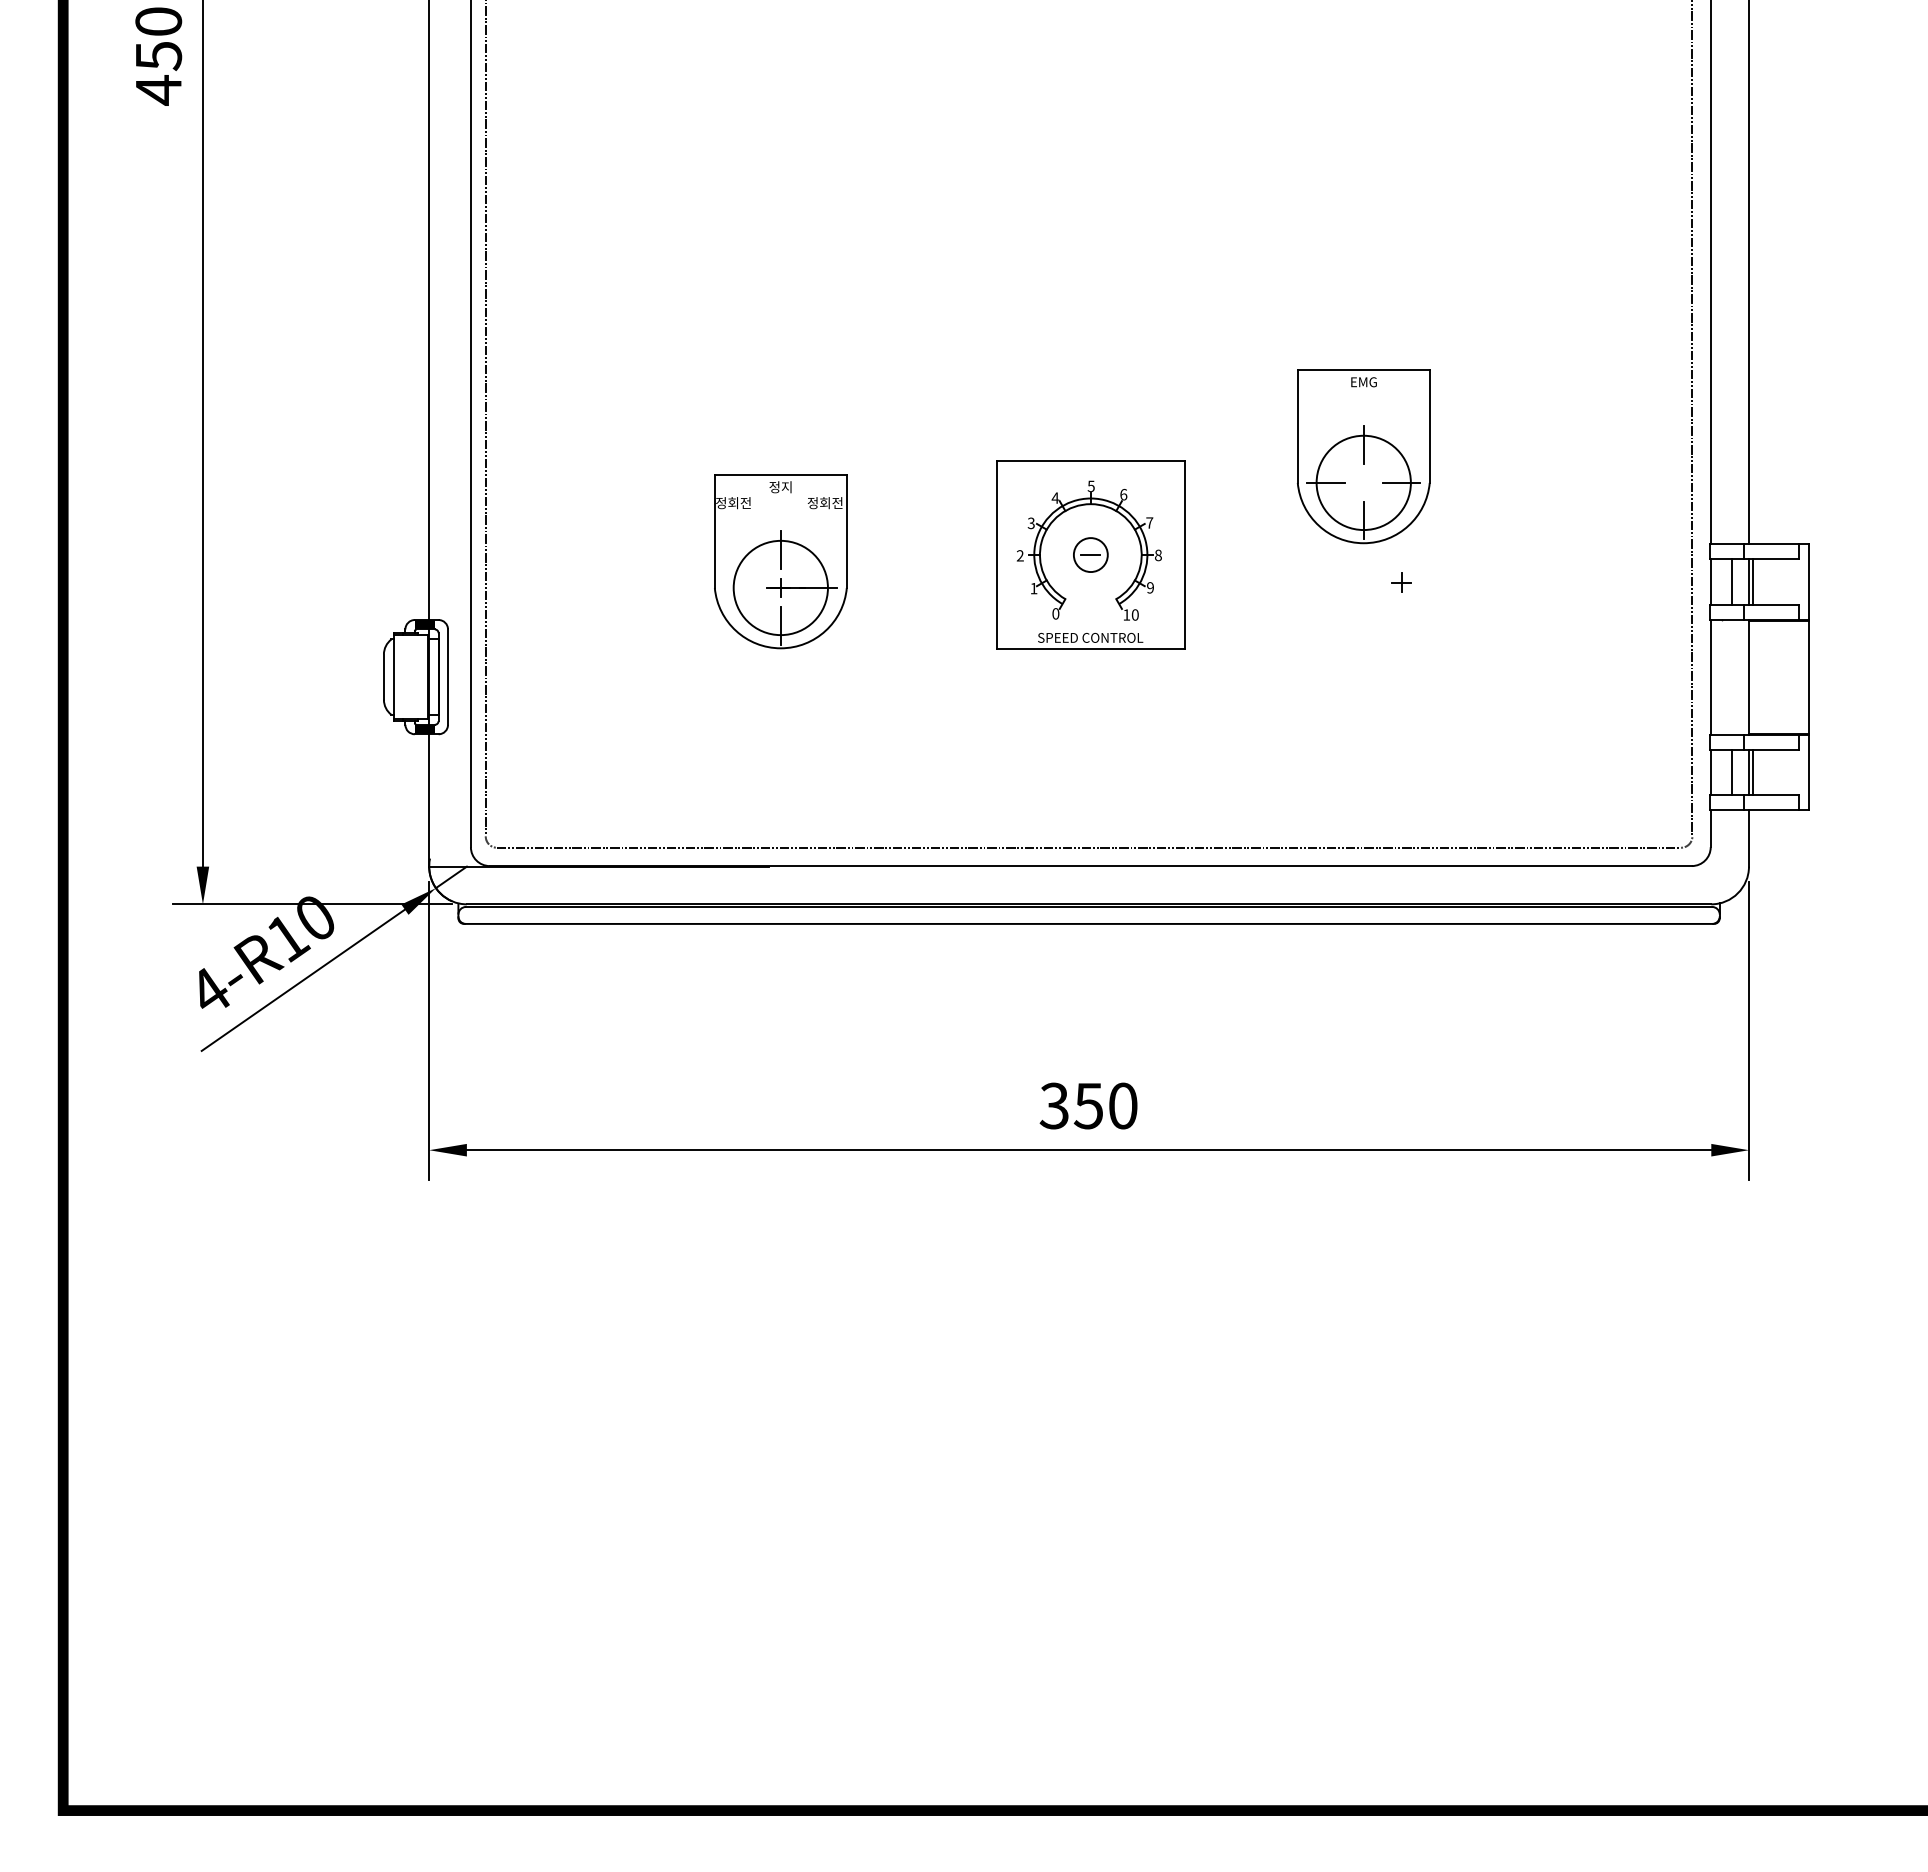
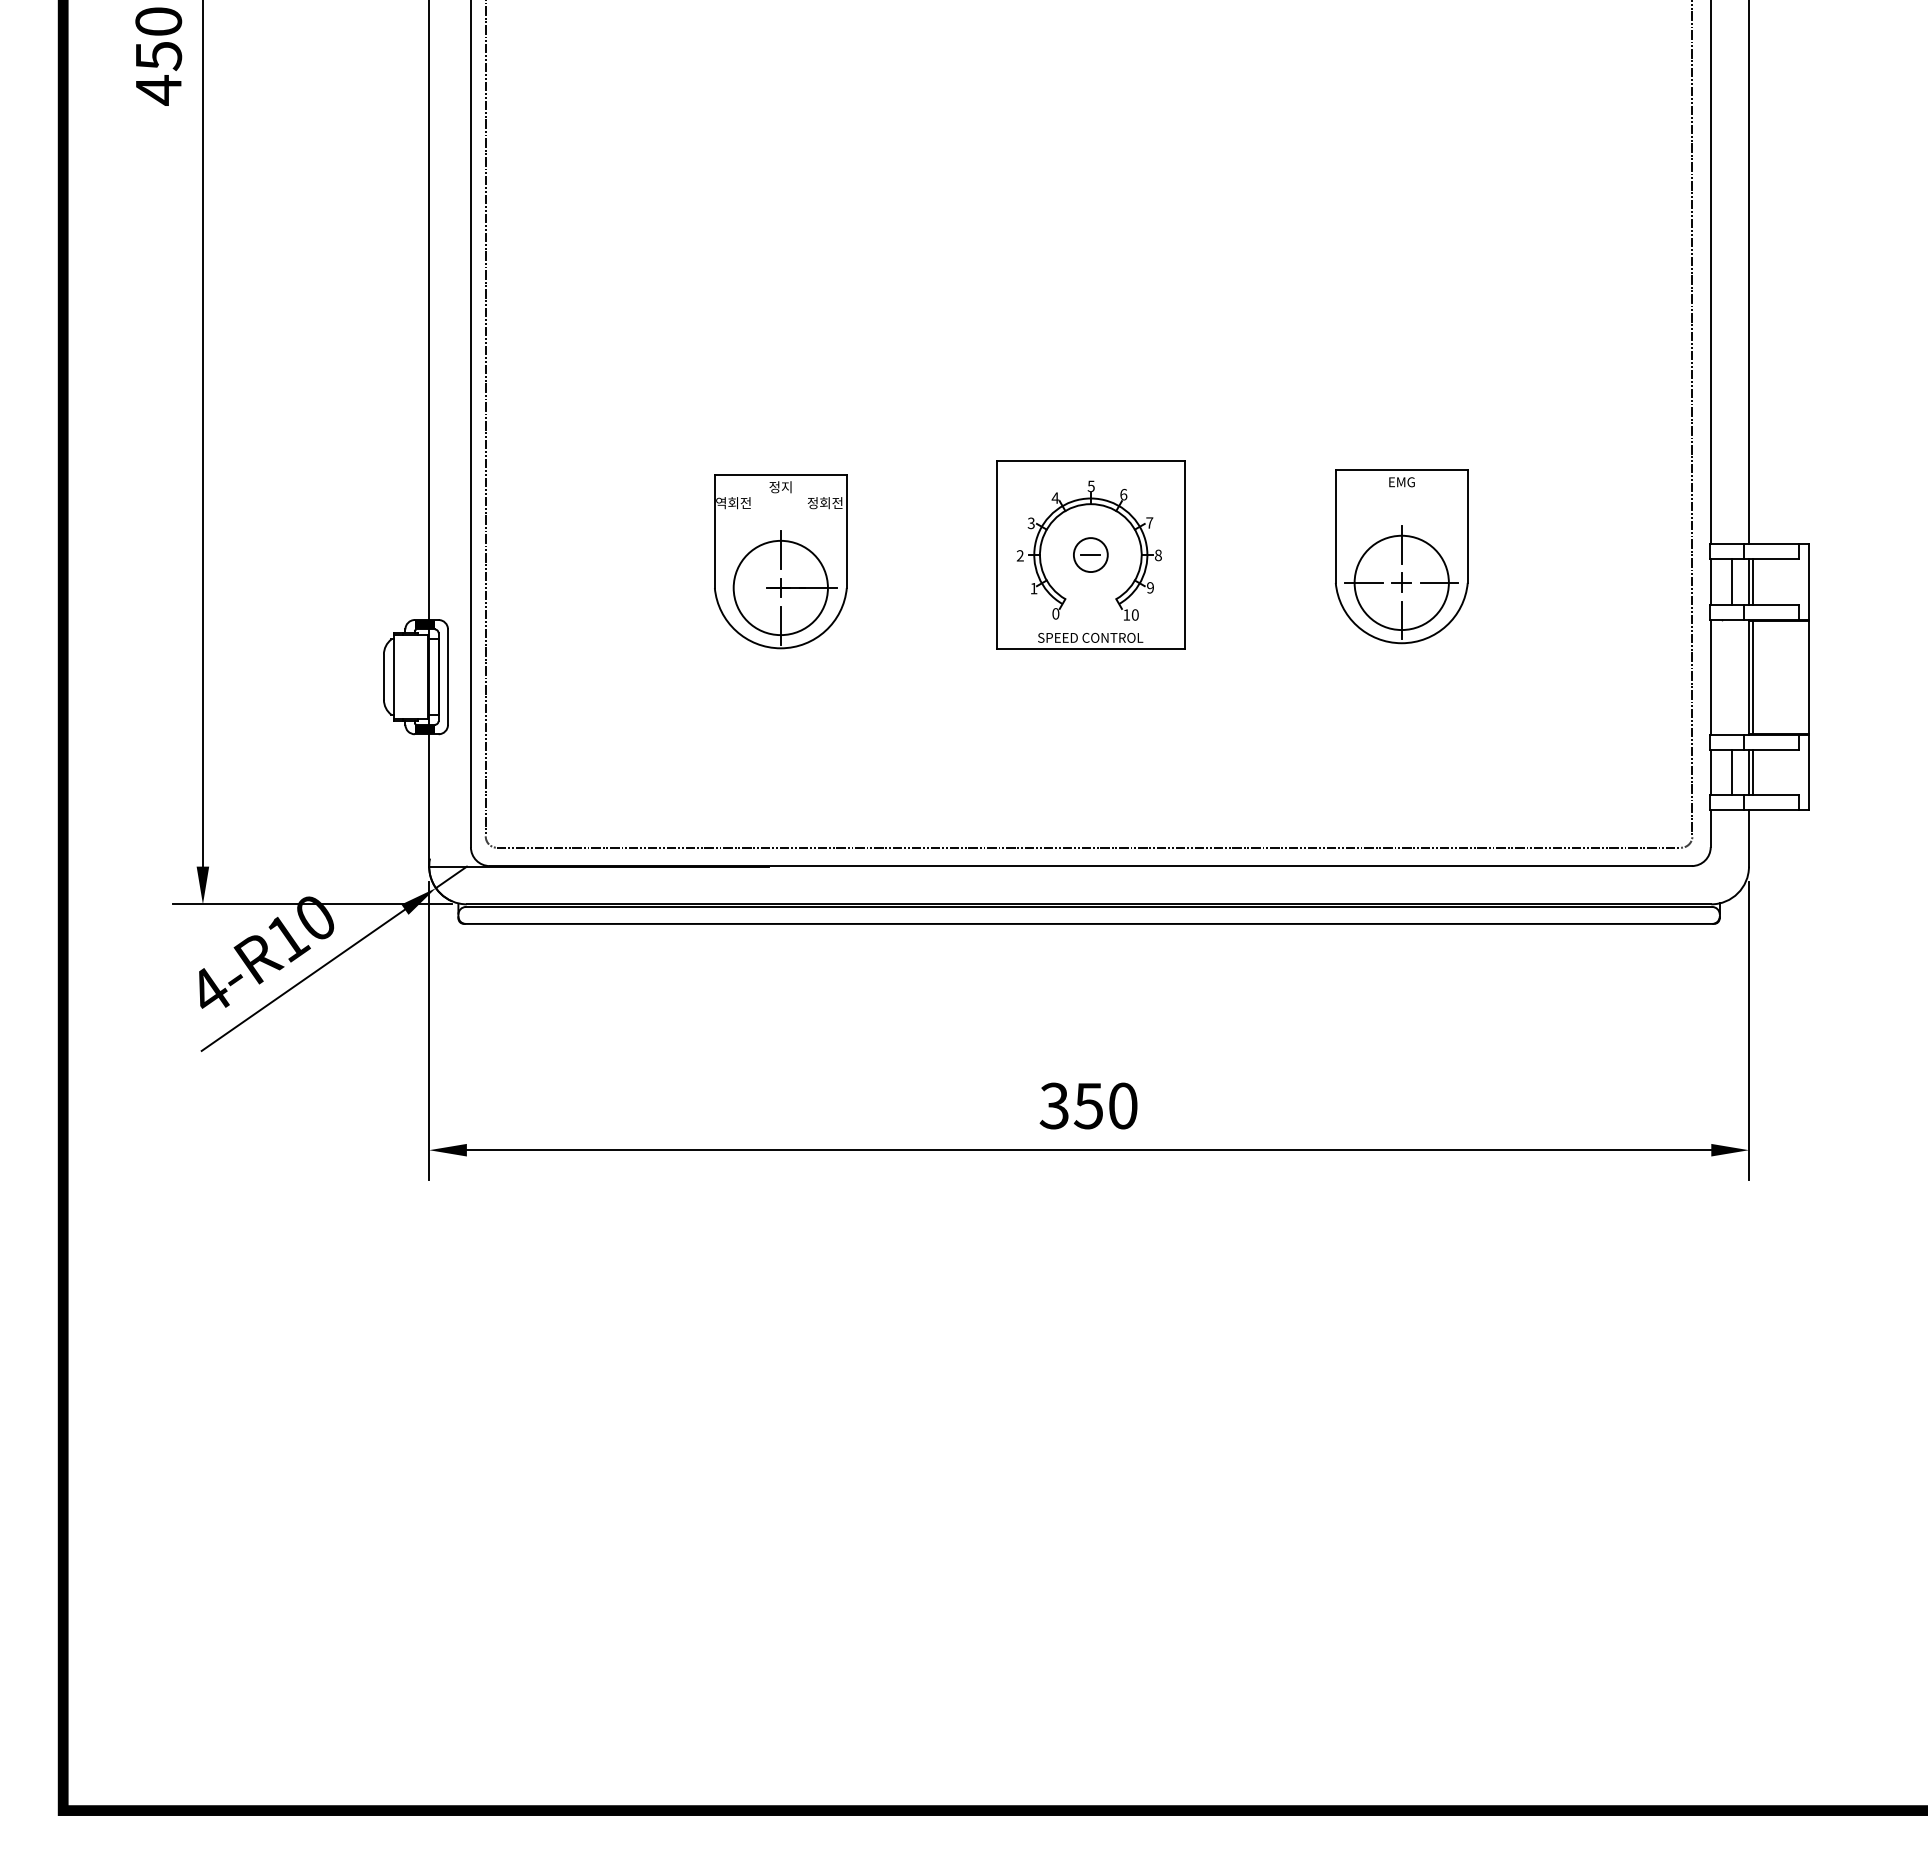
part at (1363, 456) position: (1363, 456) -> (1401, 556)
text at (720, 503): 정회전 -> 역회전
line at (1752, 676): none -> present
